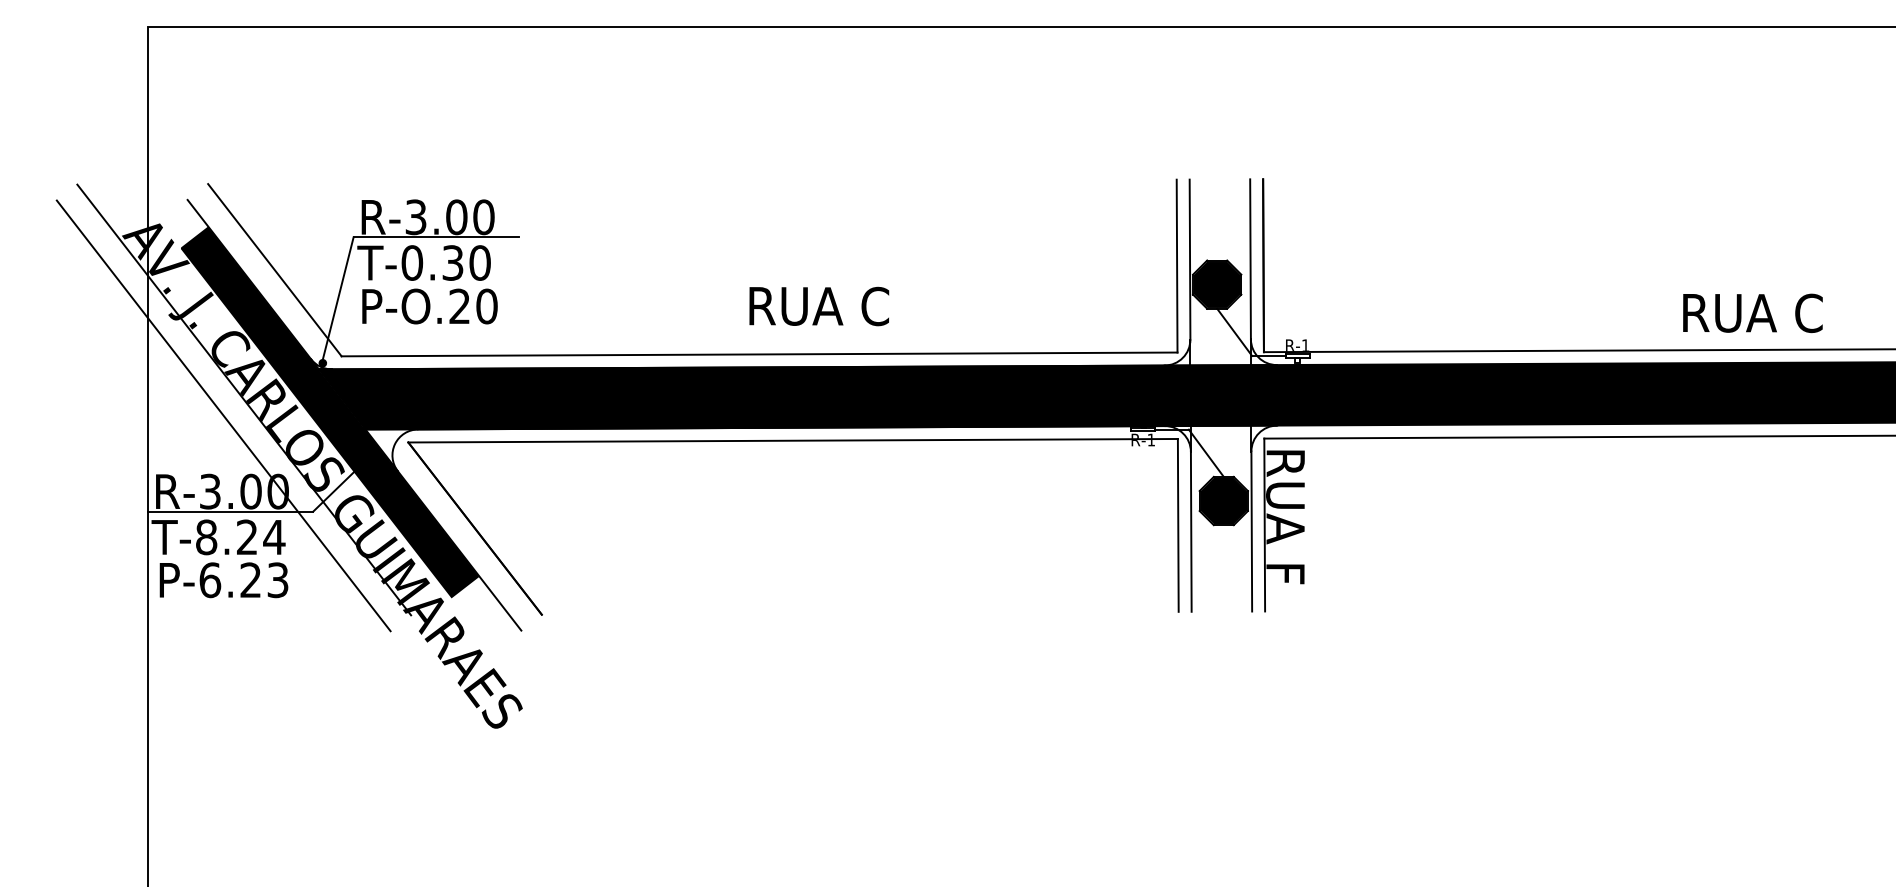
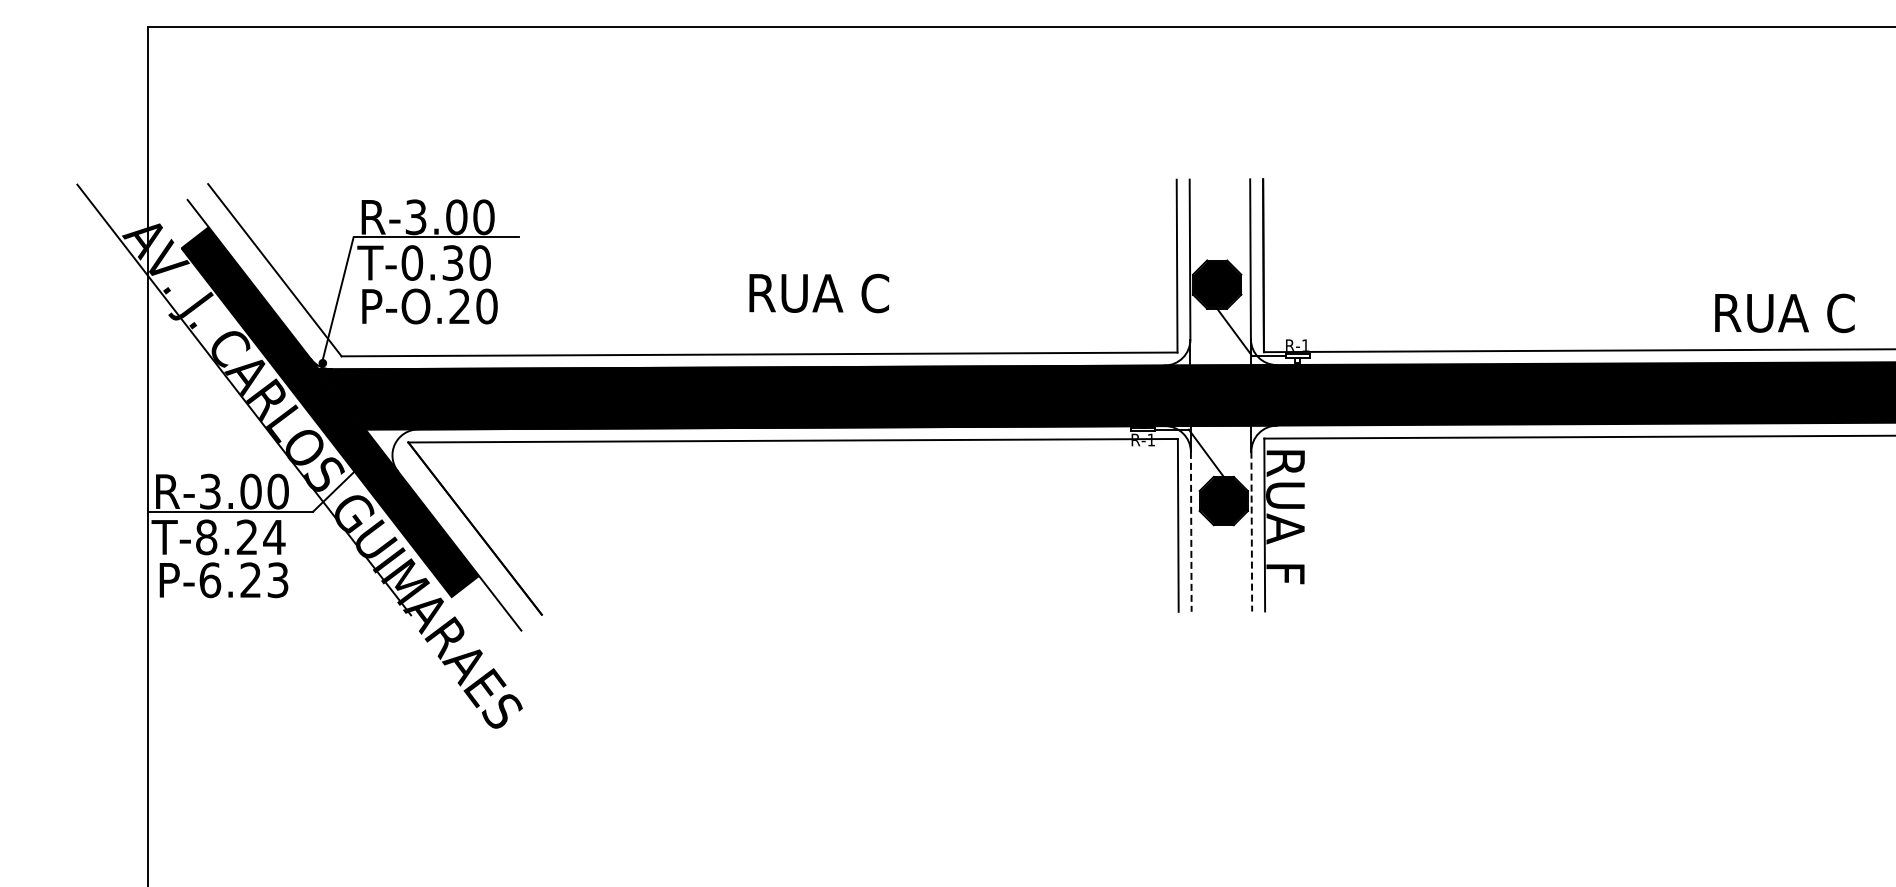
text at (819, 306) position: (819, 306) -> (819, 293)
text at (1752, 313) position: (1752, 313) -> (1784, 313)
line at (223, 415): present -> none
line at (1191, 531): solid -> dashed
line at (1251, 531): solid -> dashed
